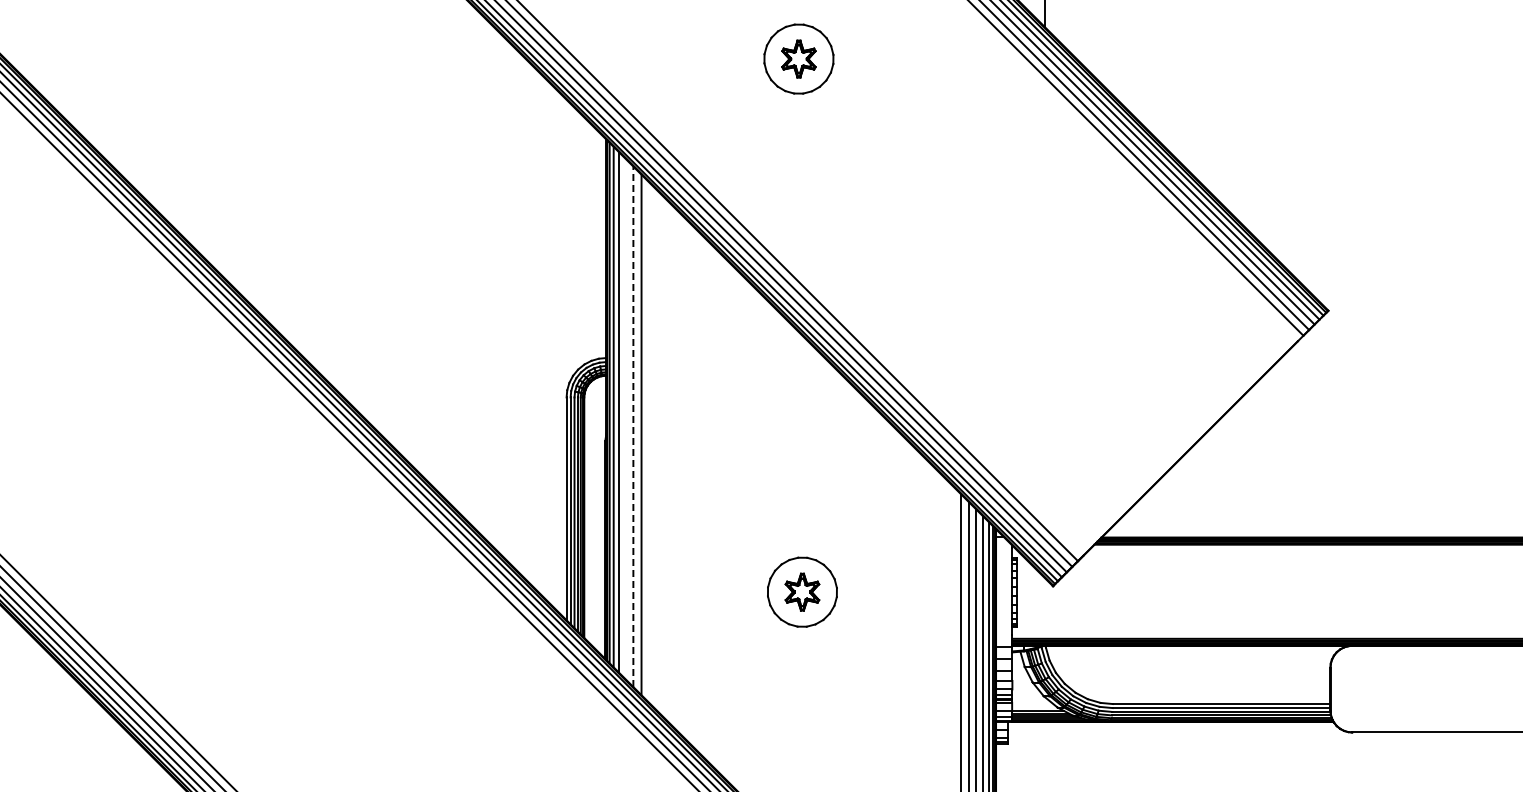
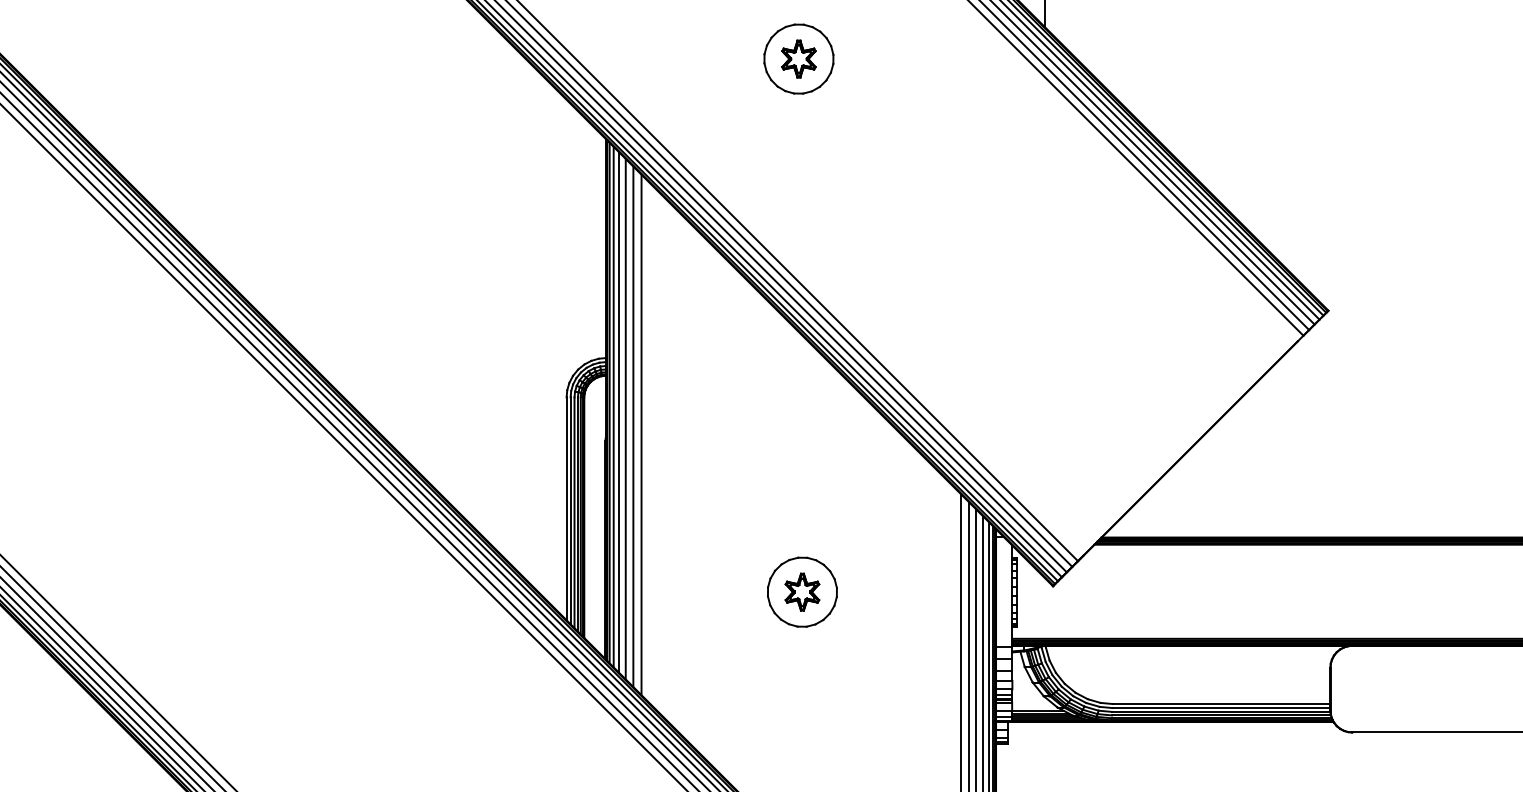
line at (625, 418): none -> present
line at (633, 426): dashed -> solid
line at (343, 446): none -> present
